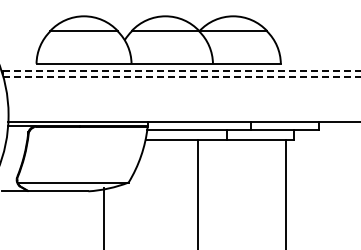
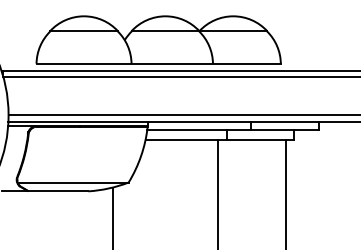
line at (181, 70): dashed -> solid
line at (182, 77): dashed -> solid
line at (182, 115): none -> present
line at (198, 192) position: (198, 192) -> (218, 192)
line at (103, 216) position: (103, 216) -> (112, 216)
